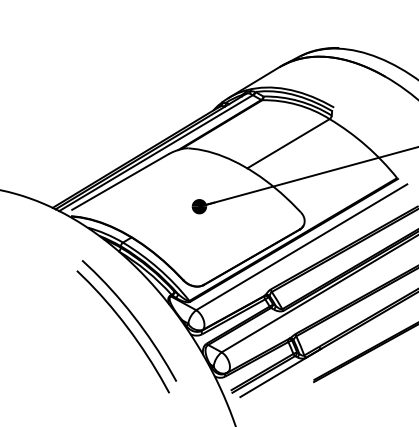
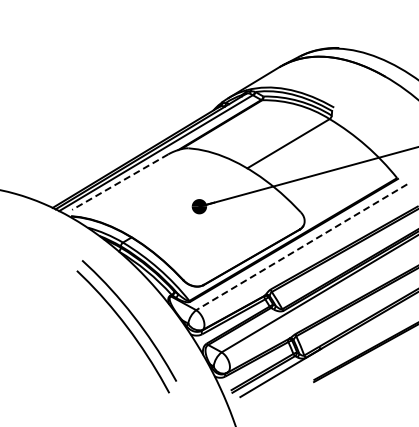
line at (119, 182): solid -> dashed
line at (301, 247): solid -> dashed
